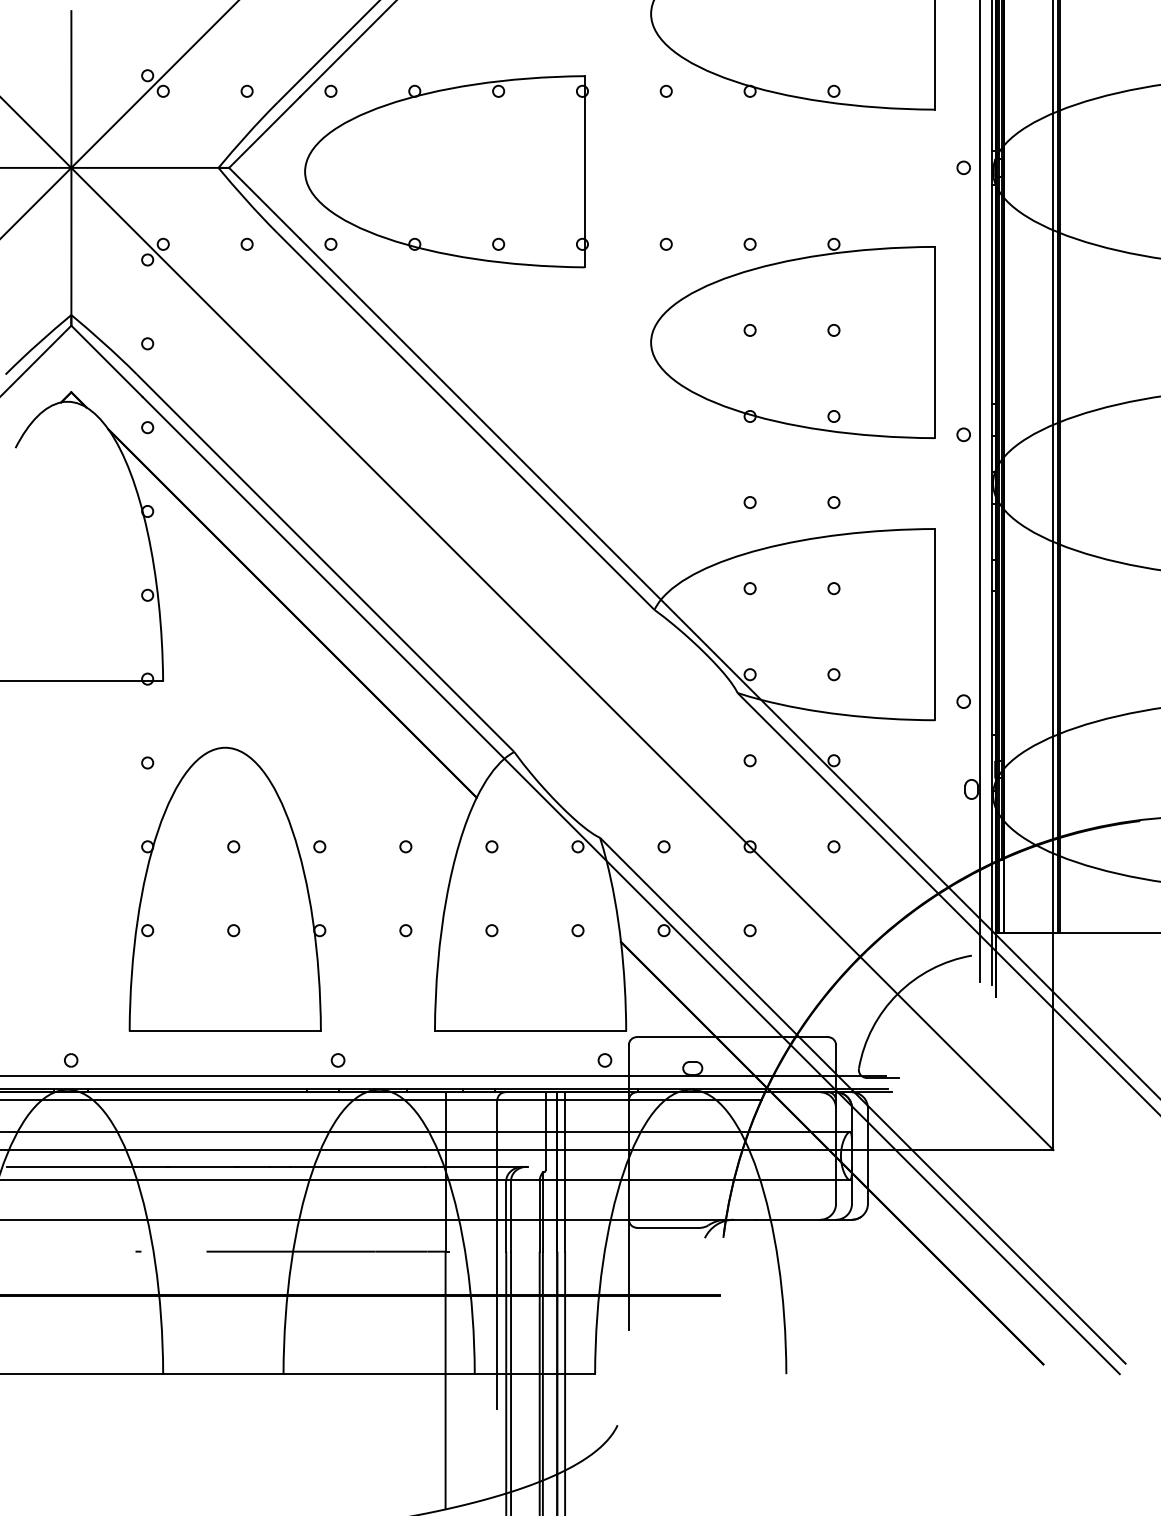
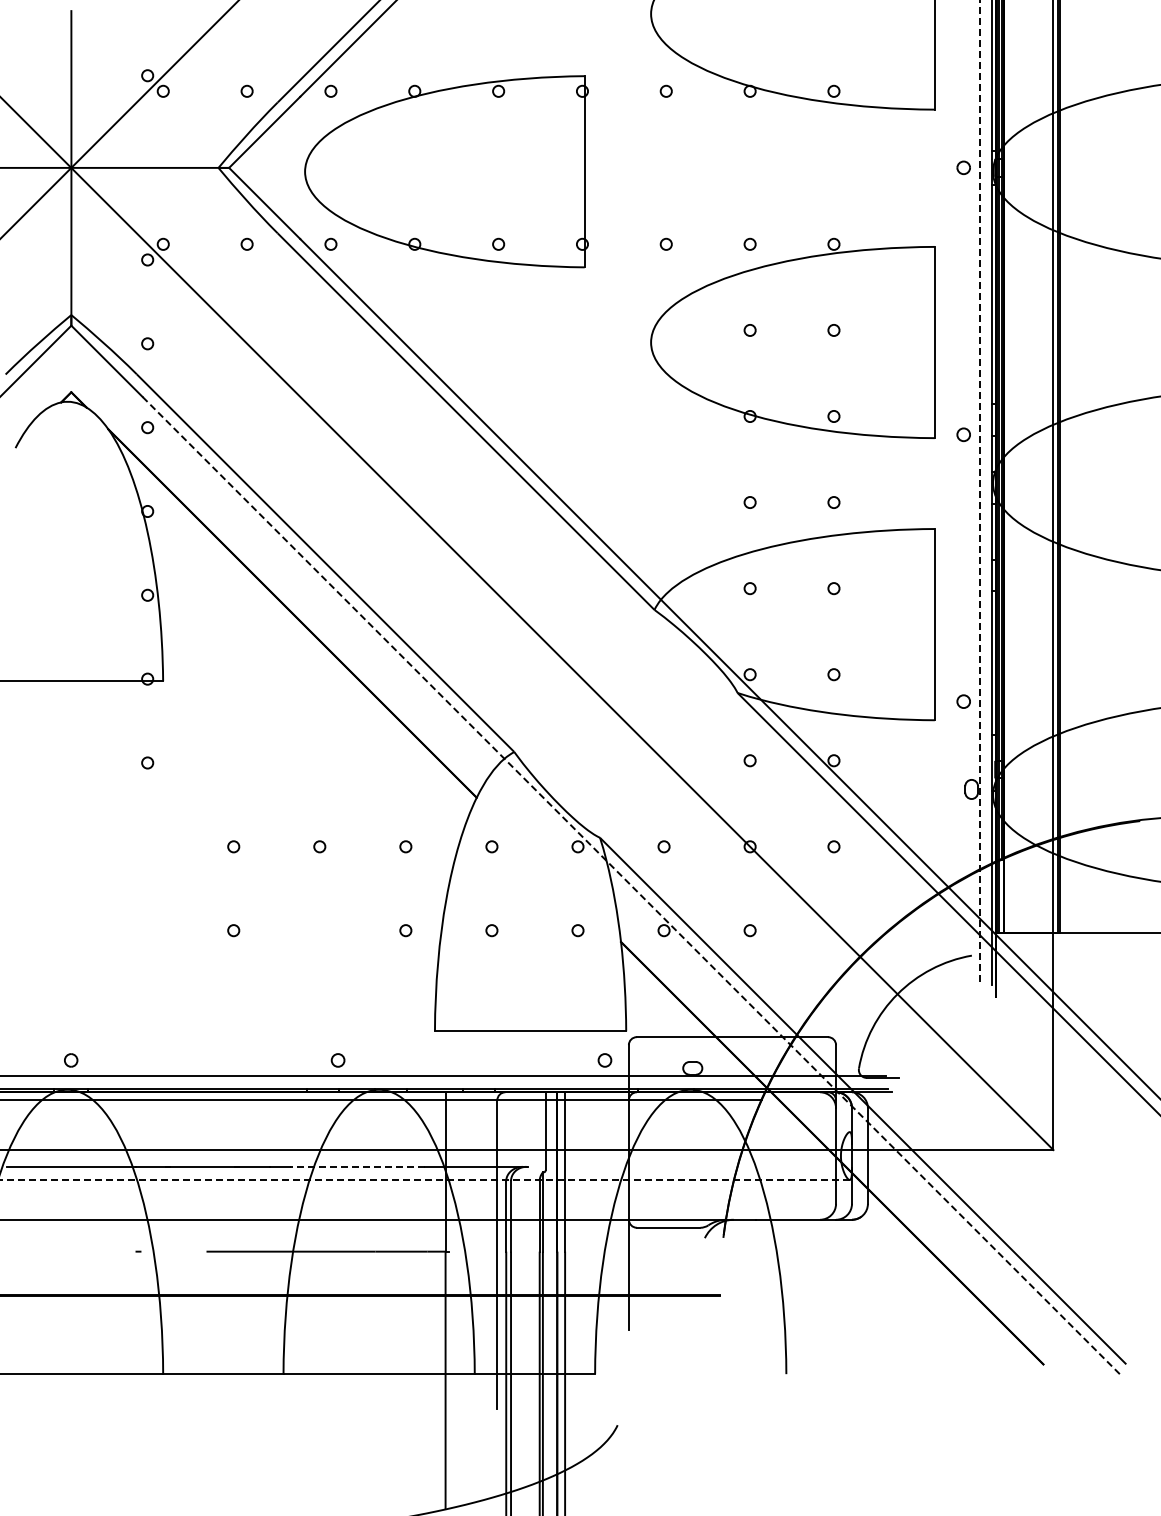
line at (979, 491): solid -> dashed
line at (630, 885): solid -> dashed
part at (227, 888): present -> none
line at (425, 1132): present -> none
line at (357, 1166): solid -> dashed
line at (424, 1179): solid -> dashed
